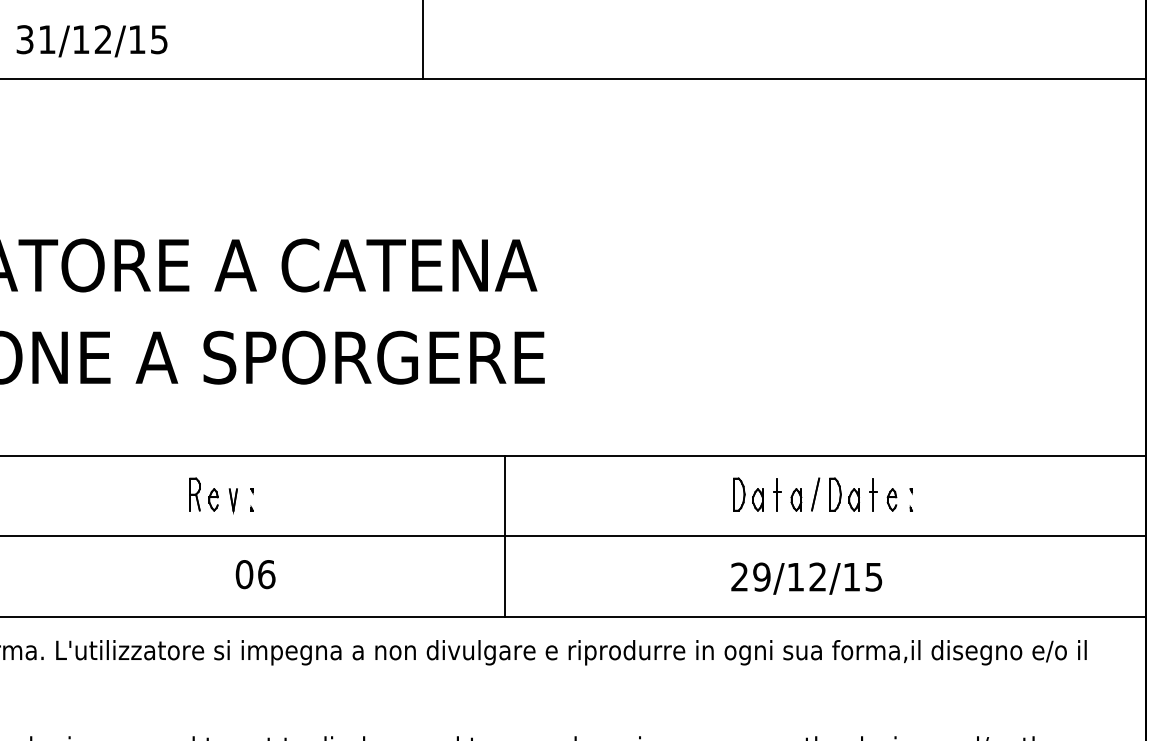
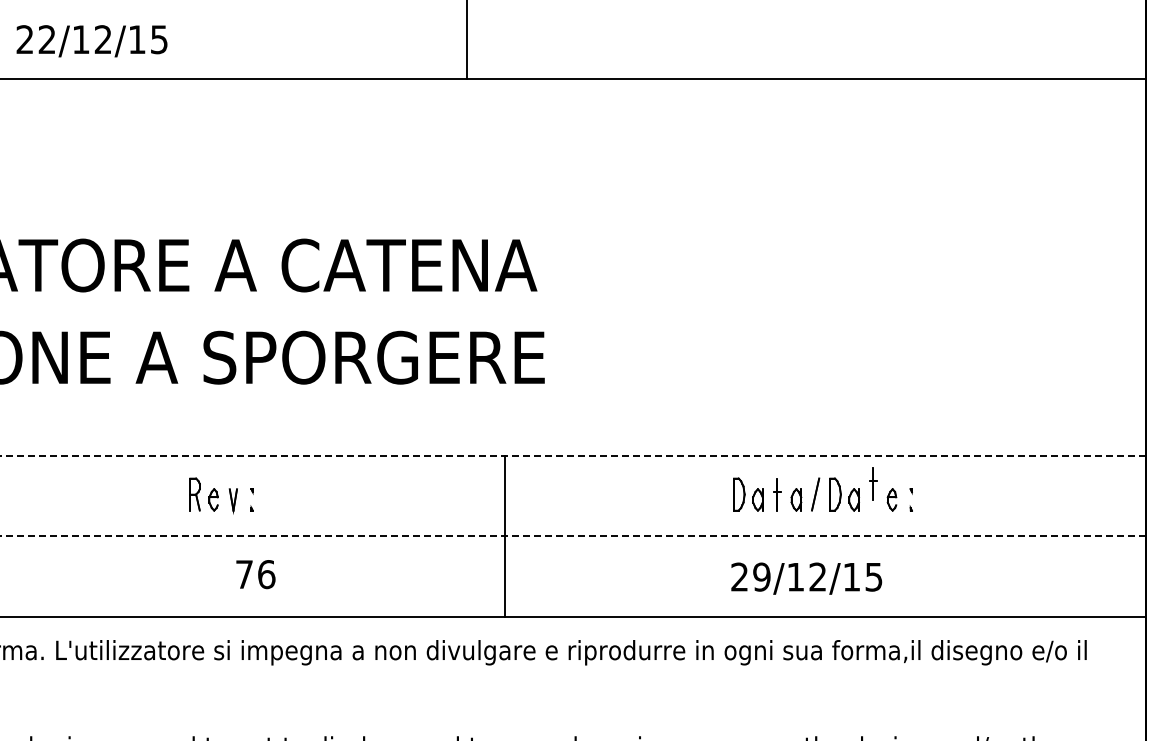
text at (35, 39): 31/12/15 -> 22/12/15
line at (422, 40) position: (422, 40) -> (466, 40)
line at (573, 456): solid -> dashed
part at (873, 494) position: (873, 494) -> (873, 483)
line at (573, 536): solid -> dashed
text at (244, 574): 06 -> 76
